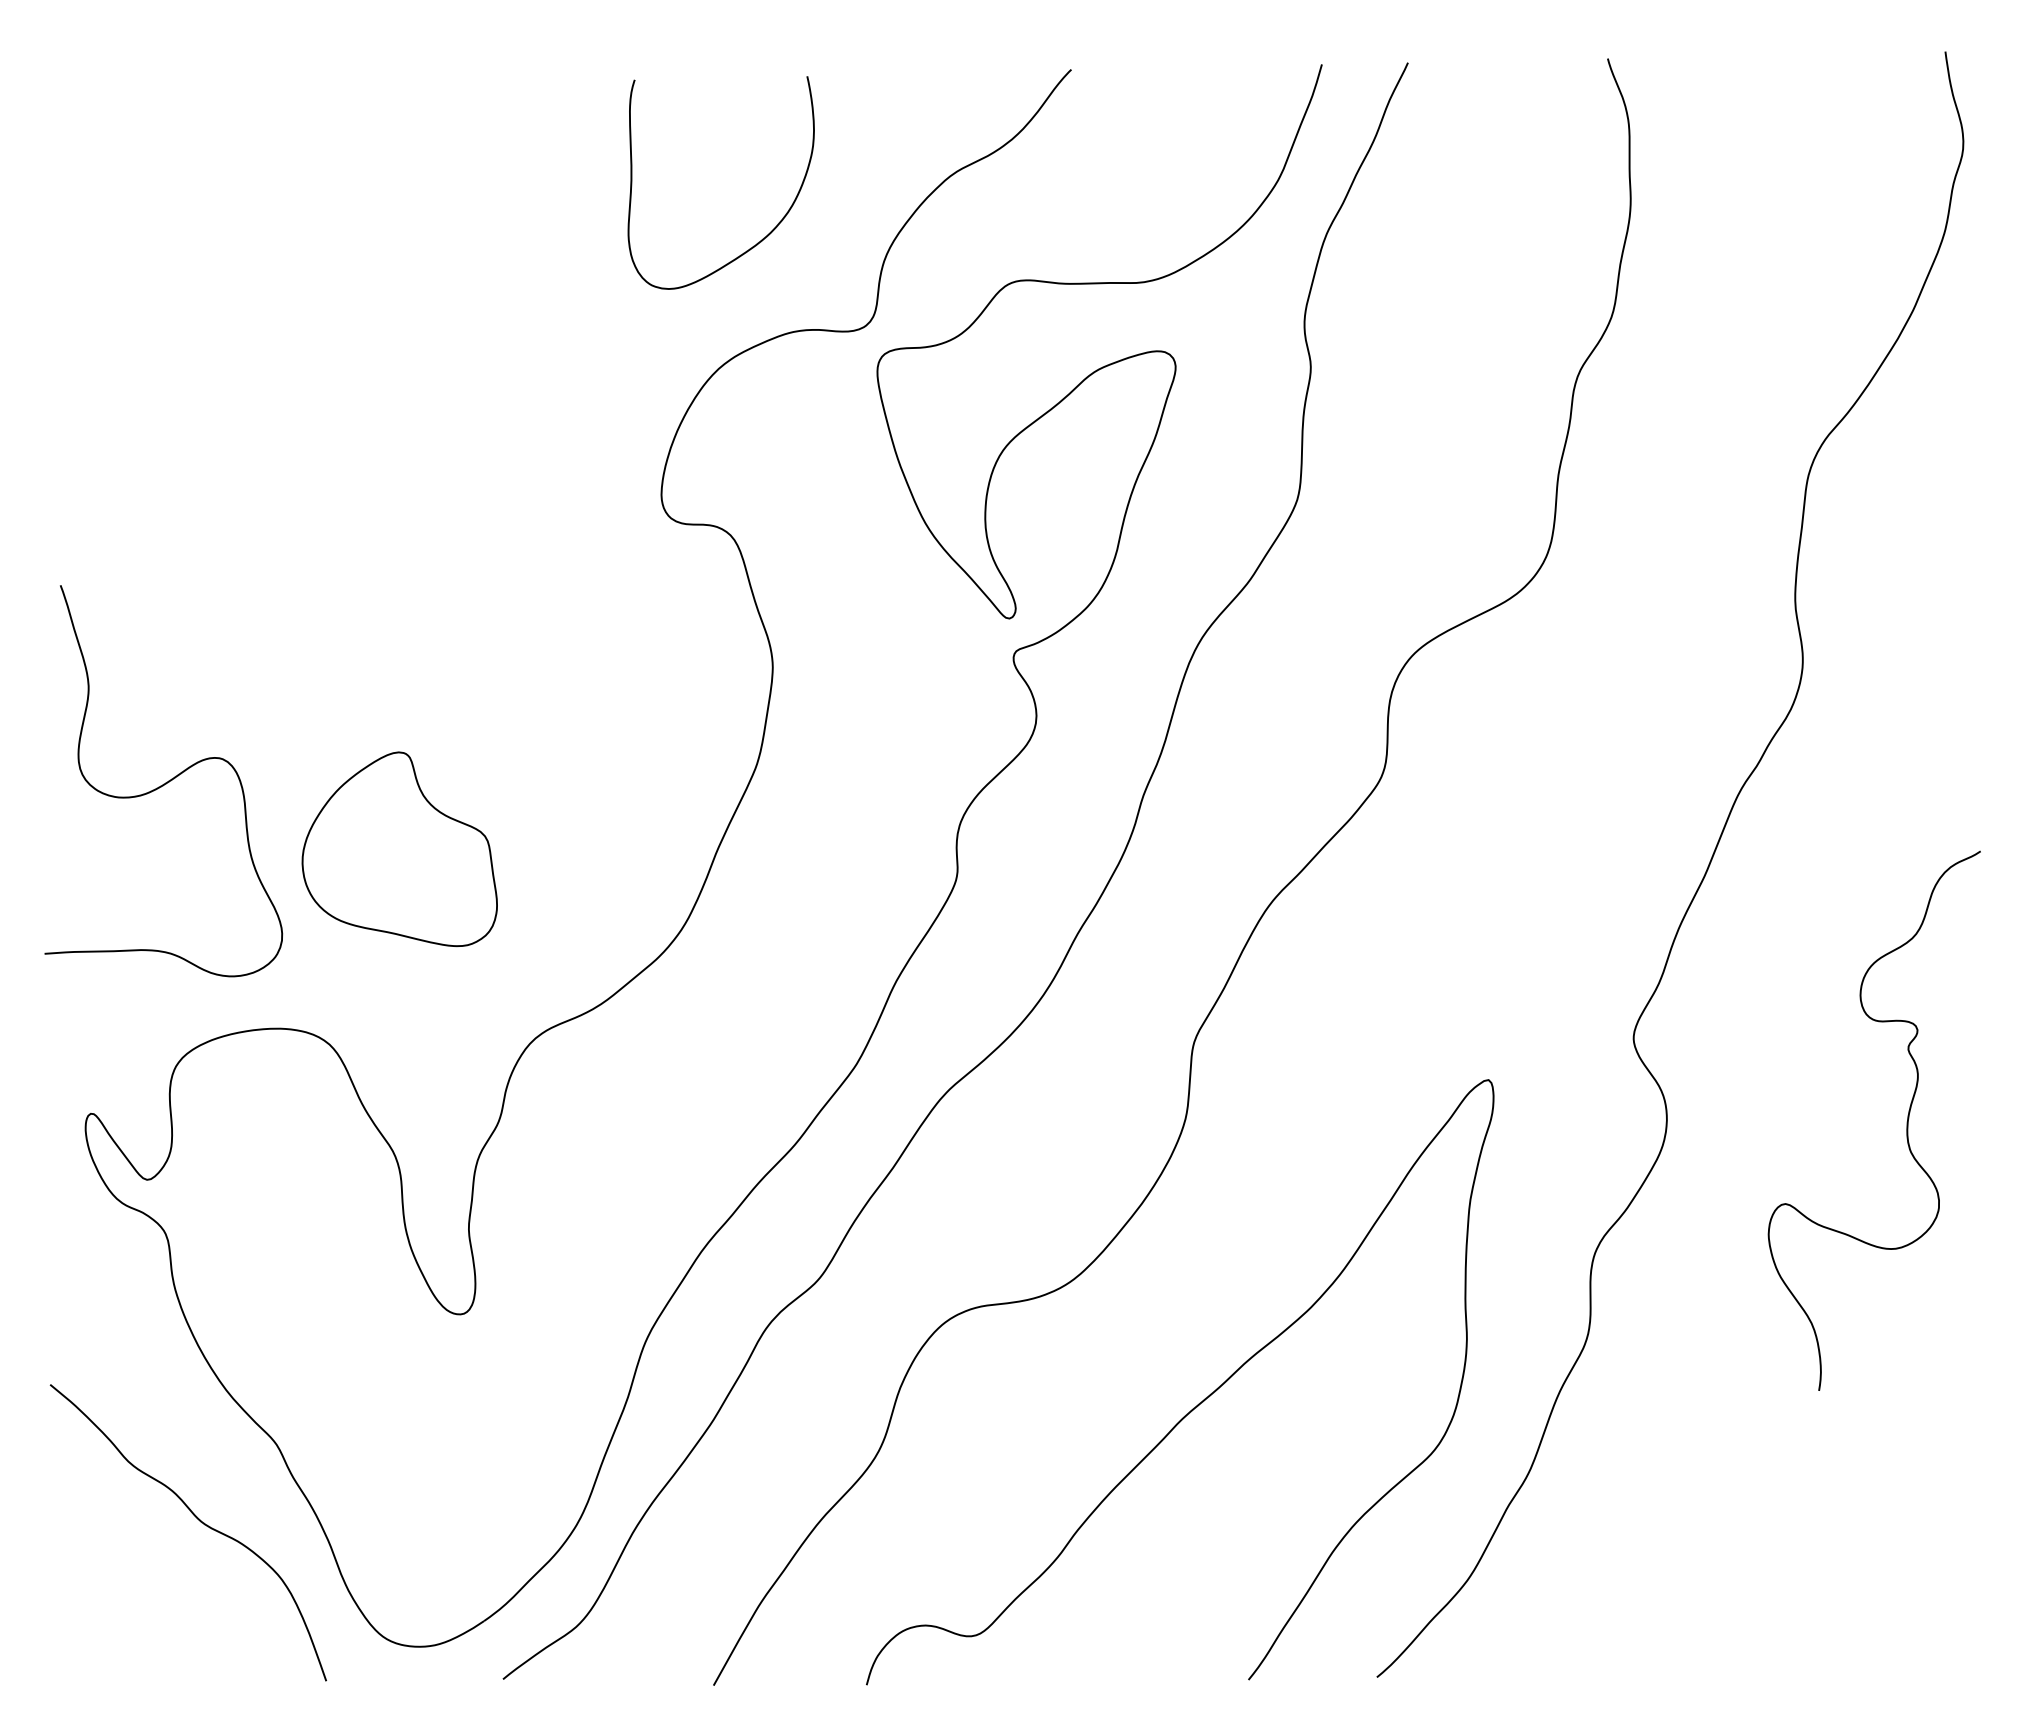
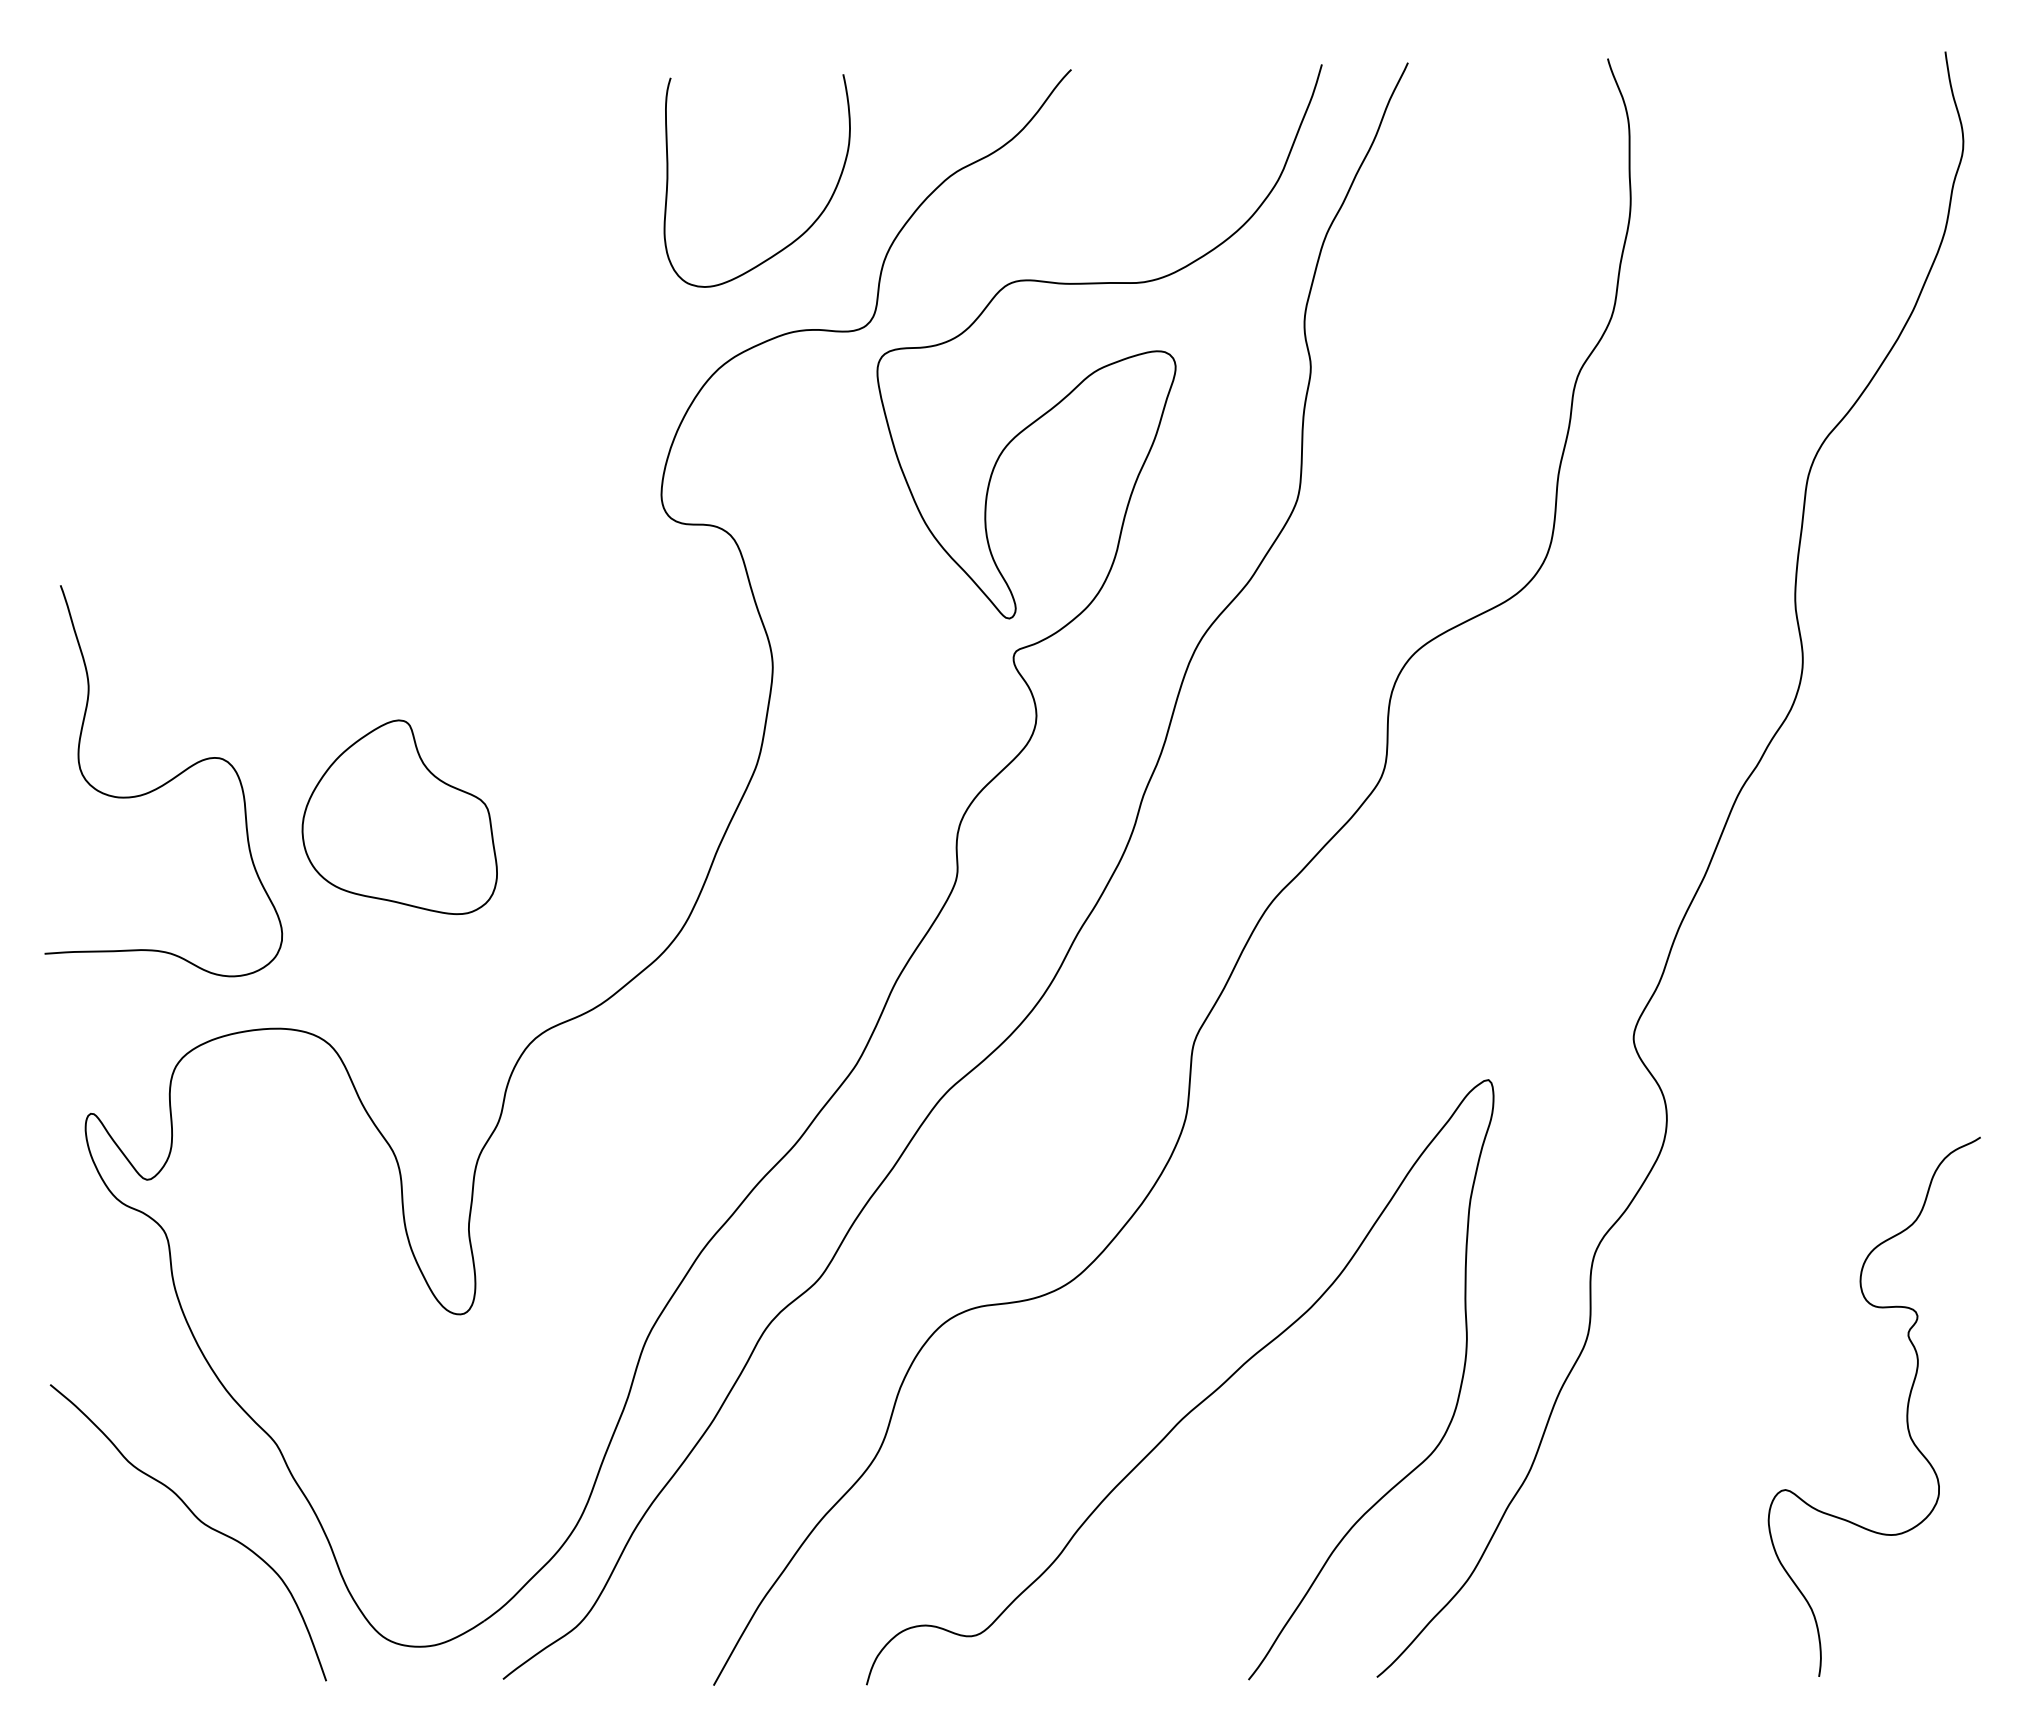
curve at (762, 238) position: (762, 238) -> (798, 236)
part at (399, 848) position: (399, 848) -> (399, 816)
curve at (1906, 1122) position: (1906, 1122) -> (1906, 1408)
